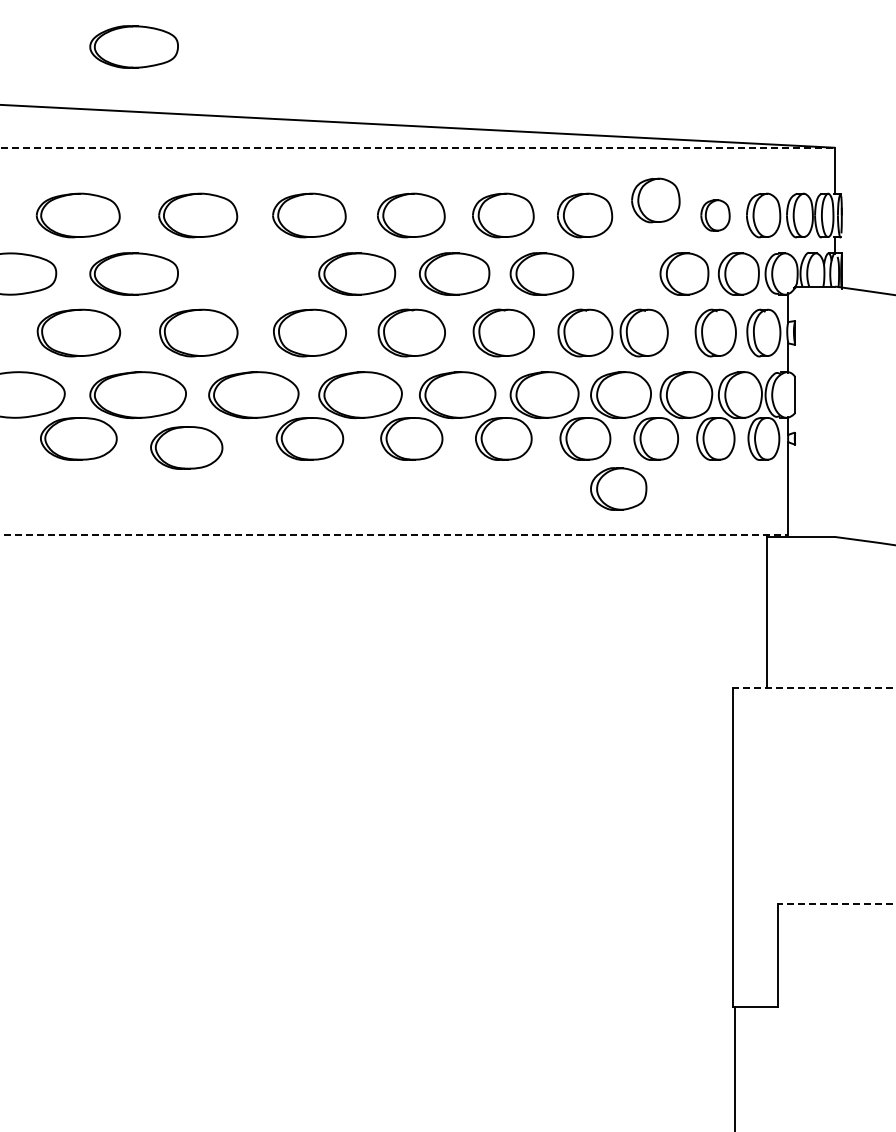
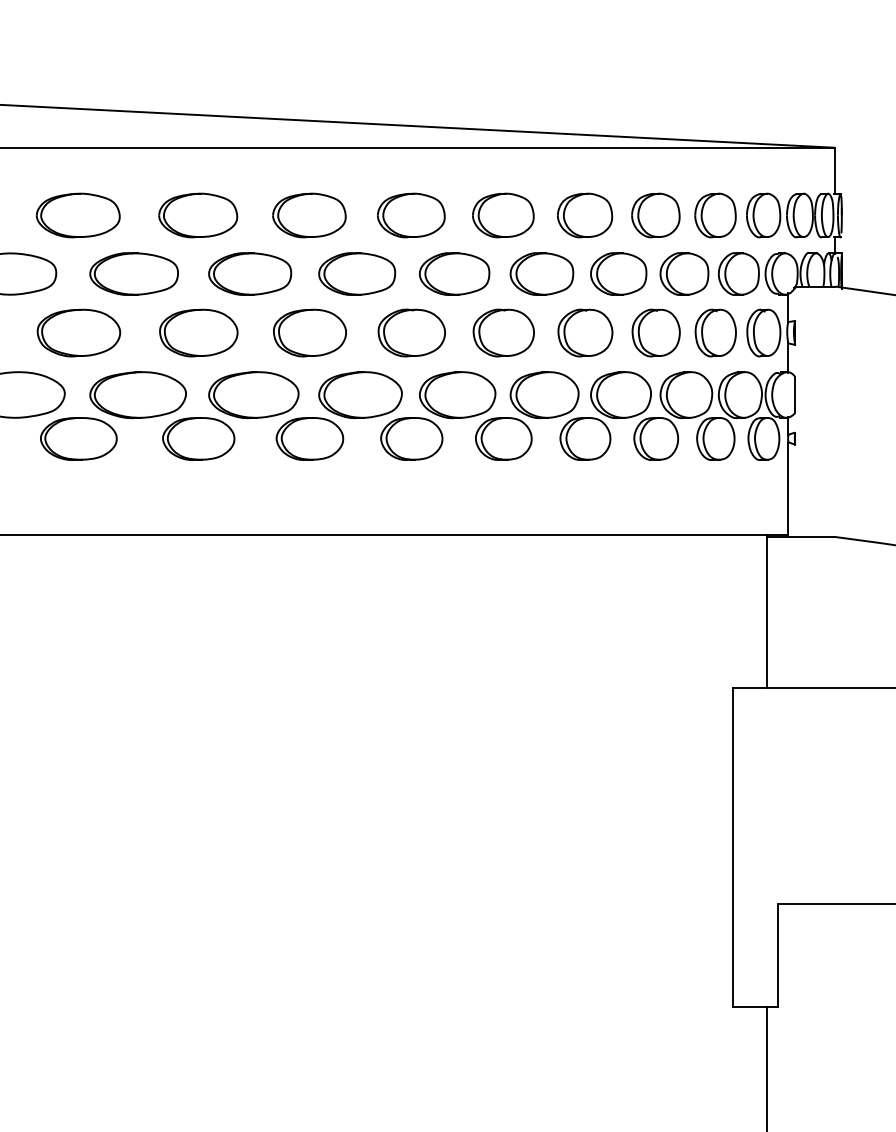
part at (133, 46): present -> none
line at (418, 147): dashed -> solid
part at (655, 200) position: (655, 200) -> (655, 215)
part at (715, 215) size: 31x33 px -> 43x47 px
part at (250, 273): none -> present
part at (643, 332) position: (643, 332) -> (655, 332)
part at (186, 447) position: (186, 447) -> (198, 438)
part at (618, 488) position: (618, 488) -> (618, 273)
line at (394, 534): dashed -> solid
line at (813, 687): dashed -> solid
line at (836, 904): dashed -> solid
line at (734, 1067) position: (734, 1067) -> (766, 1067)
